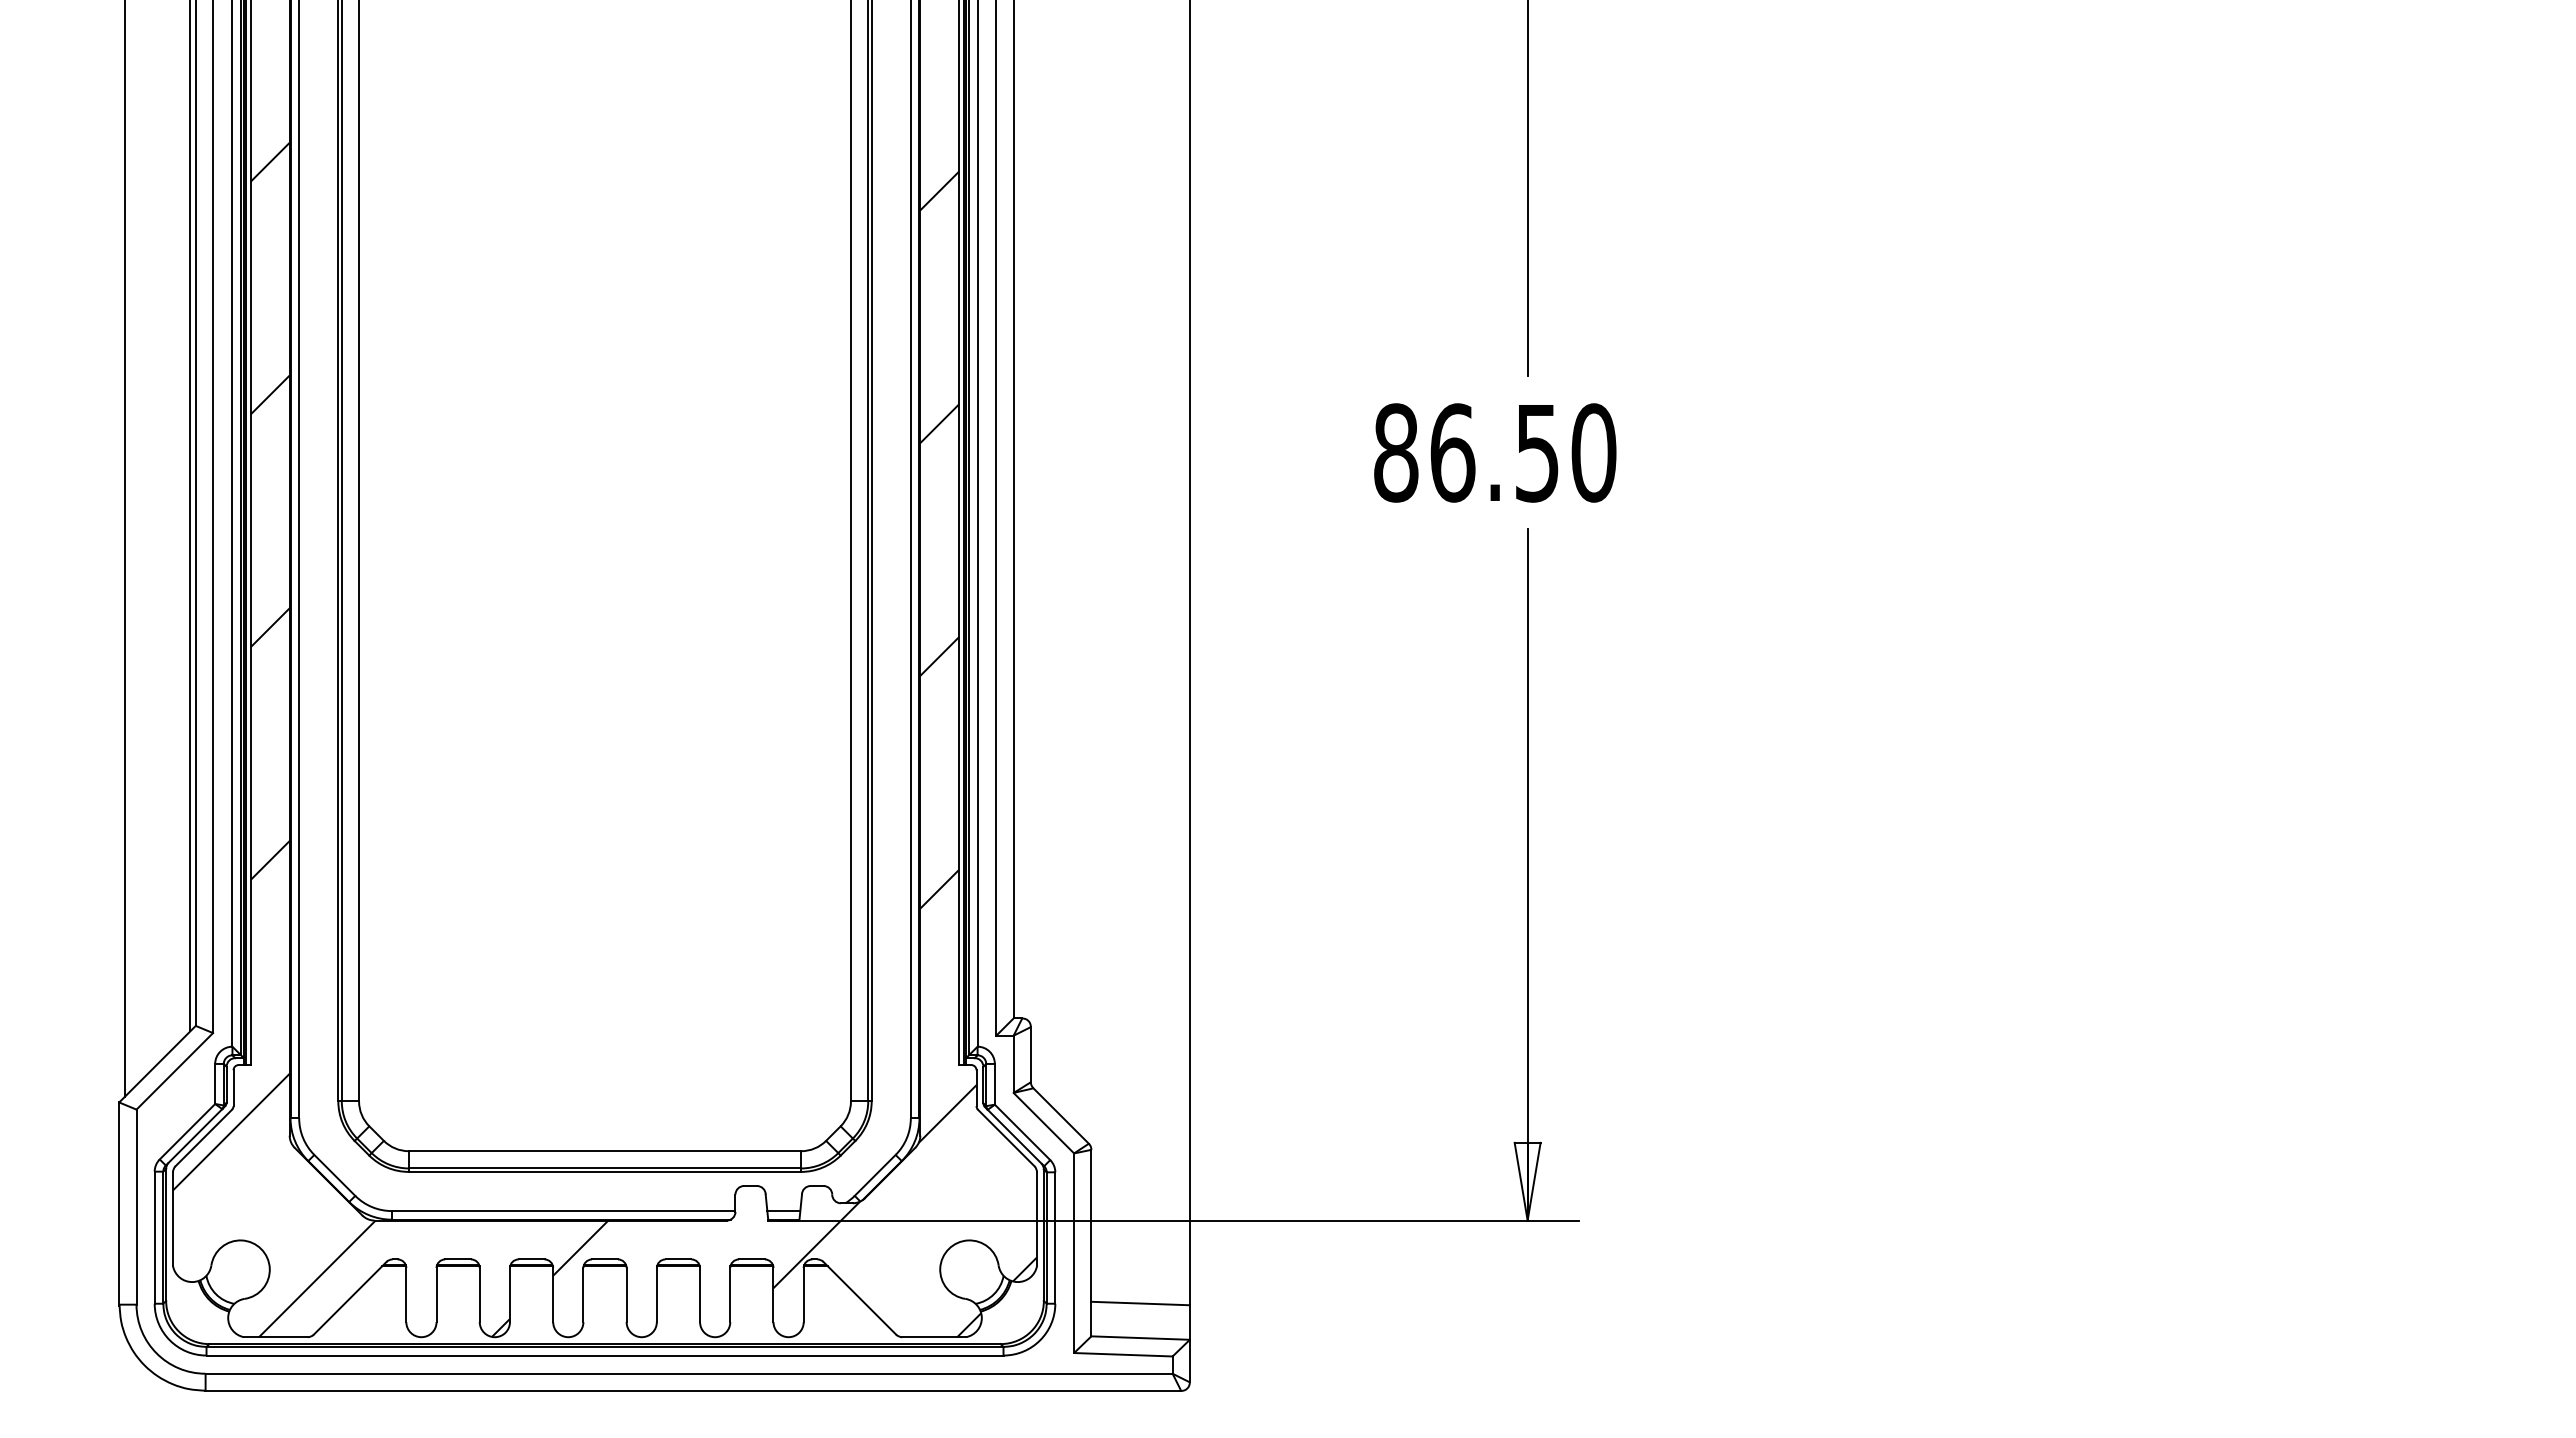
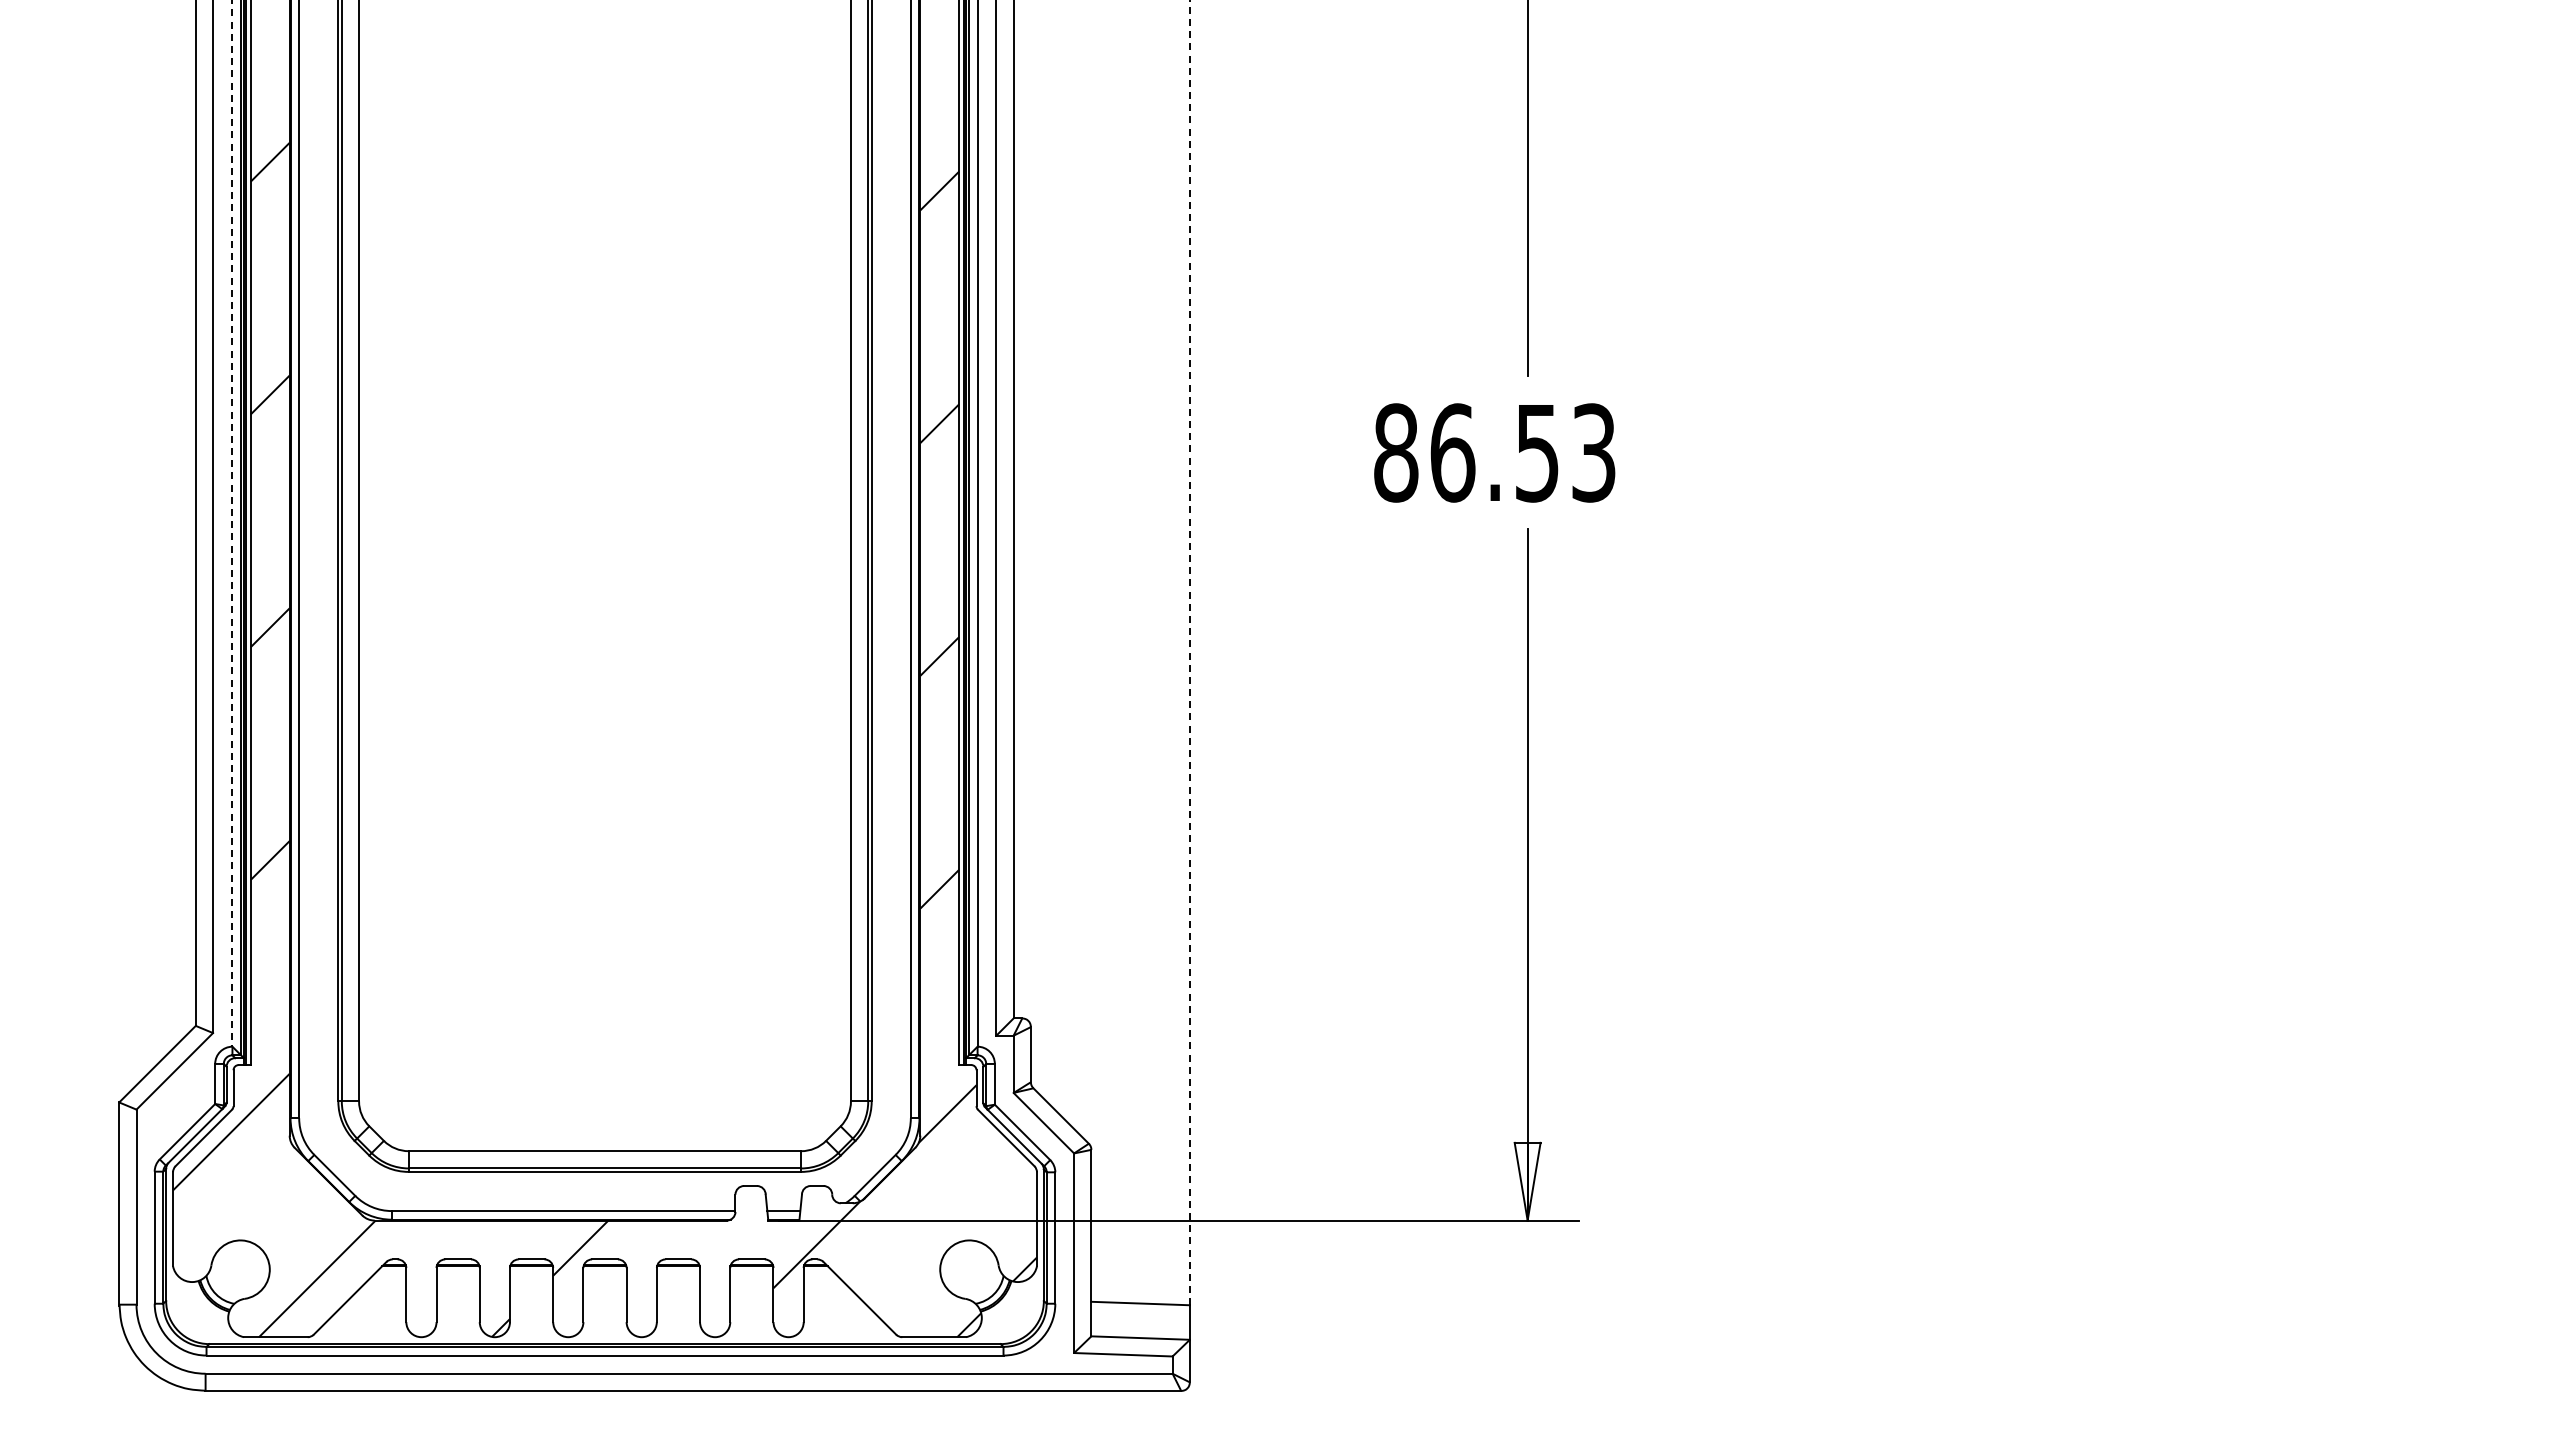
text at (1593, 452): 86.50 -> 86.53
line at (190, 516): present -> none
line at (232, 523): solid -> dashed
line at (124, 549): present -> none
line at (1189, 653): solid -> dashed
